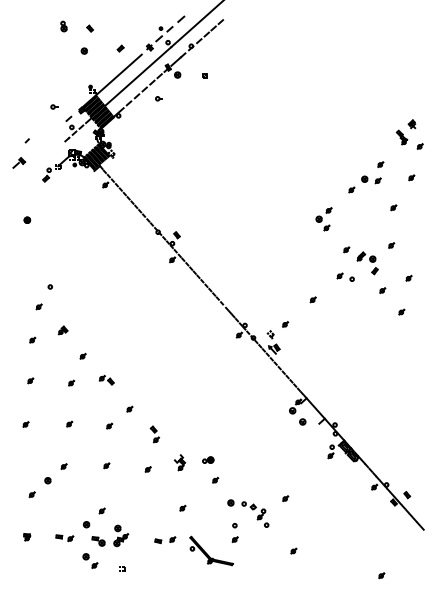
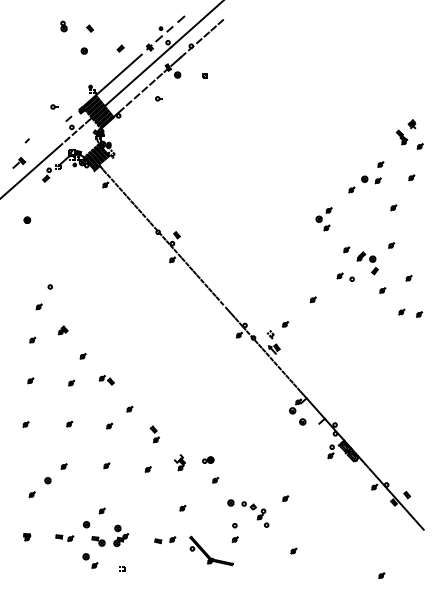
line at (32, 170): none -> present
part at (419, 314): none -> present
